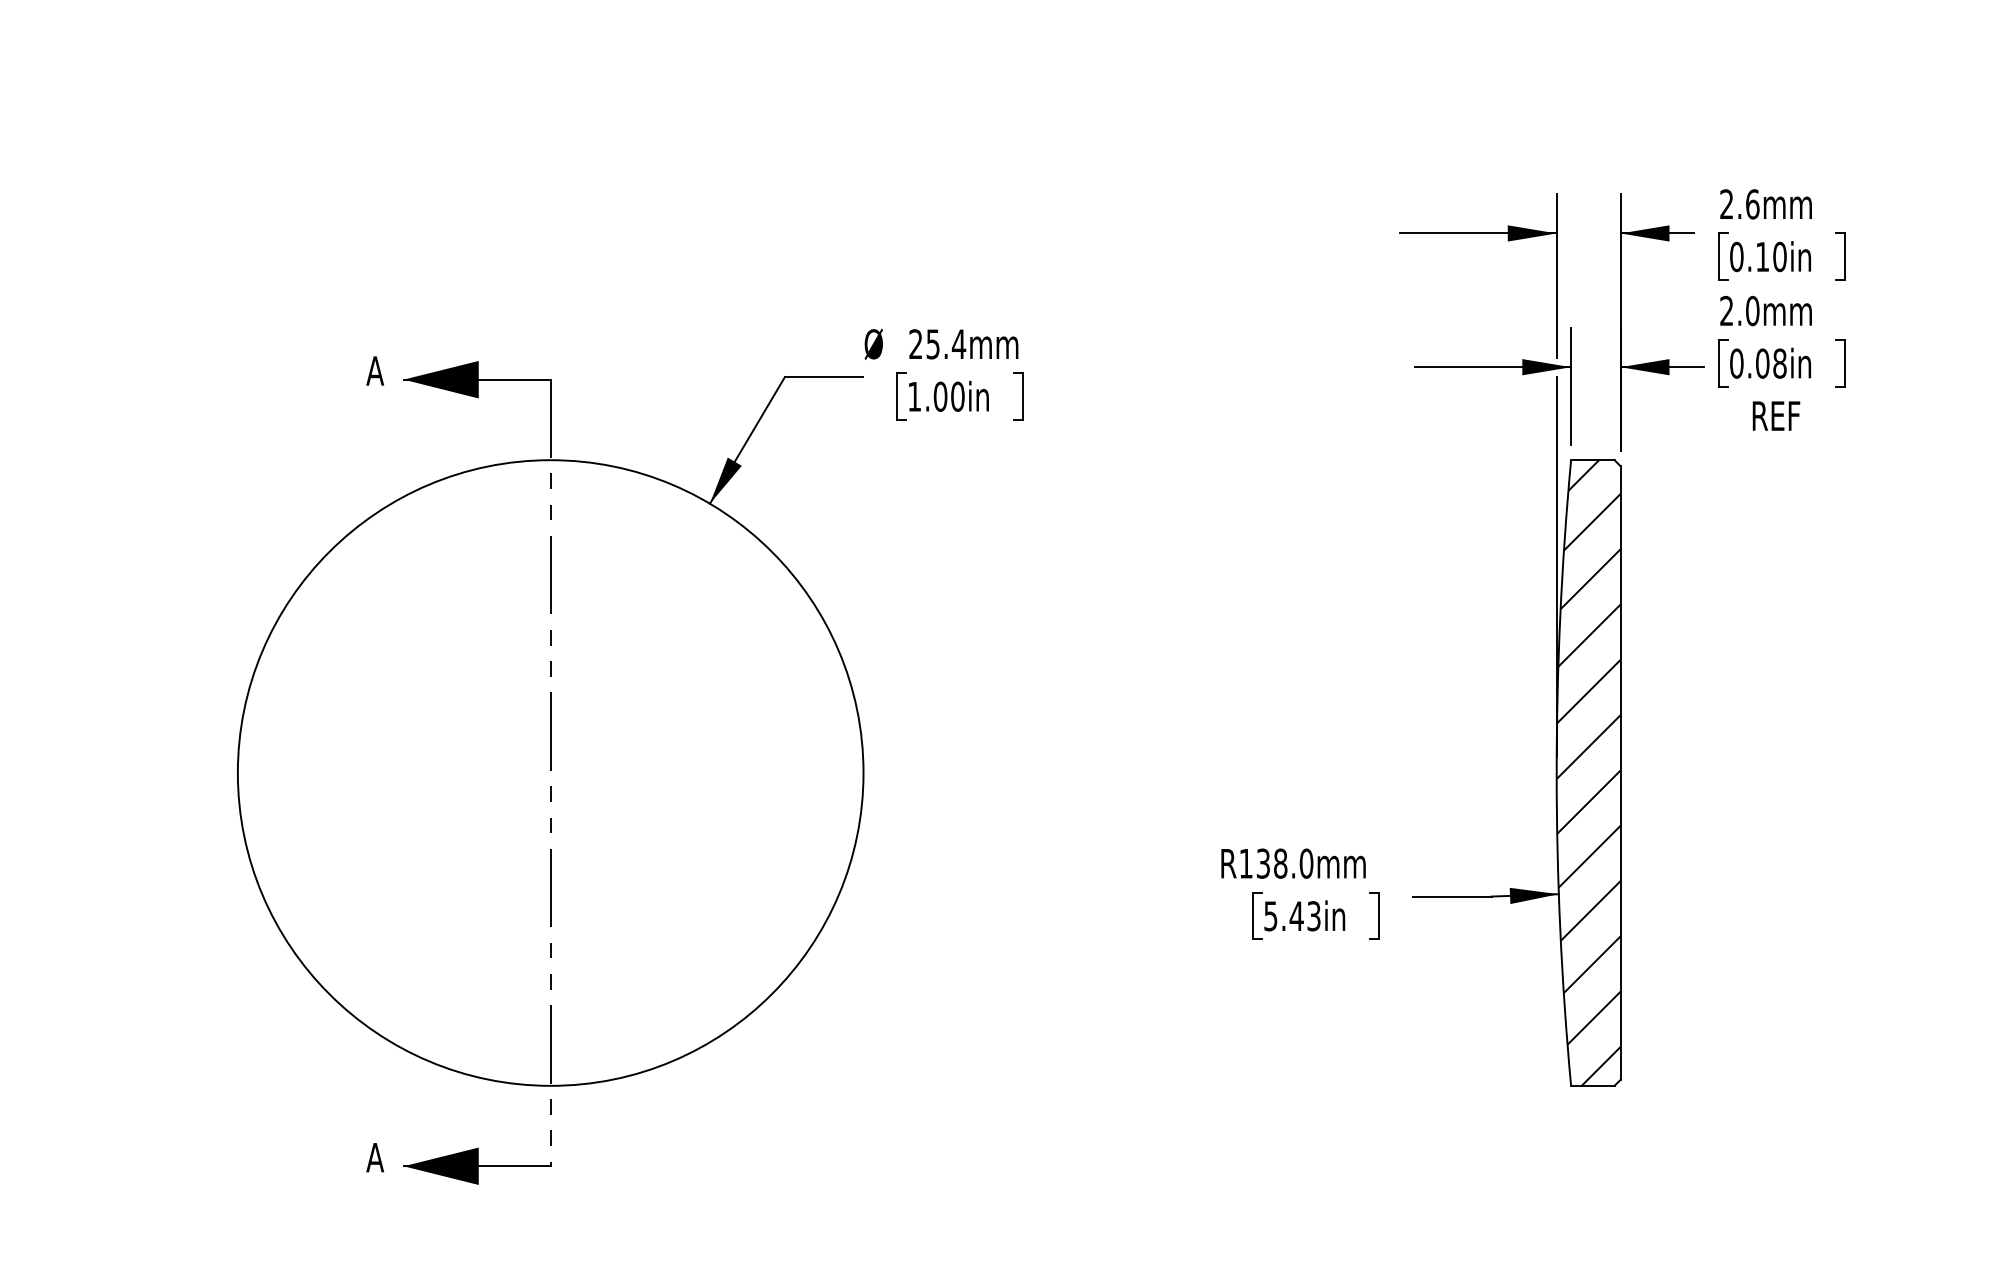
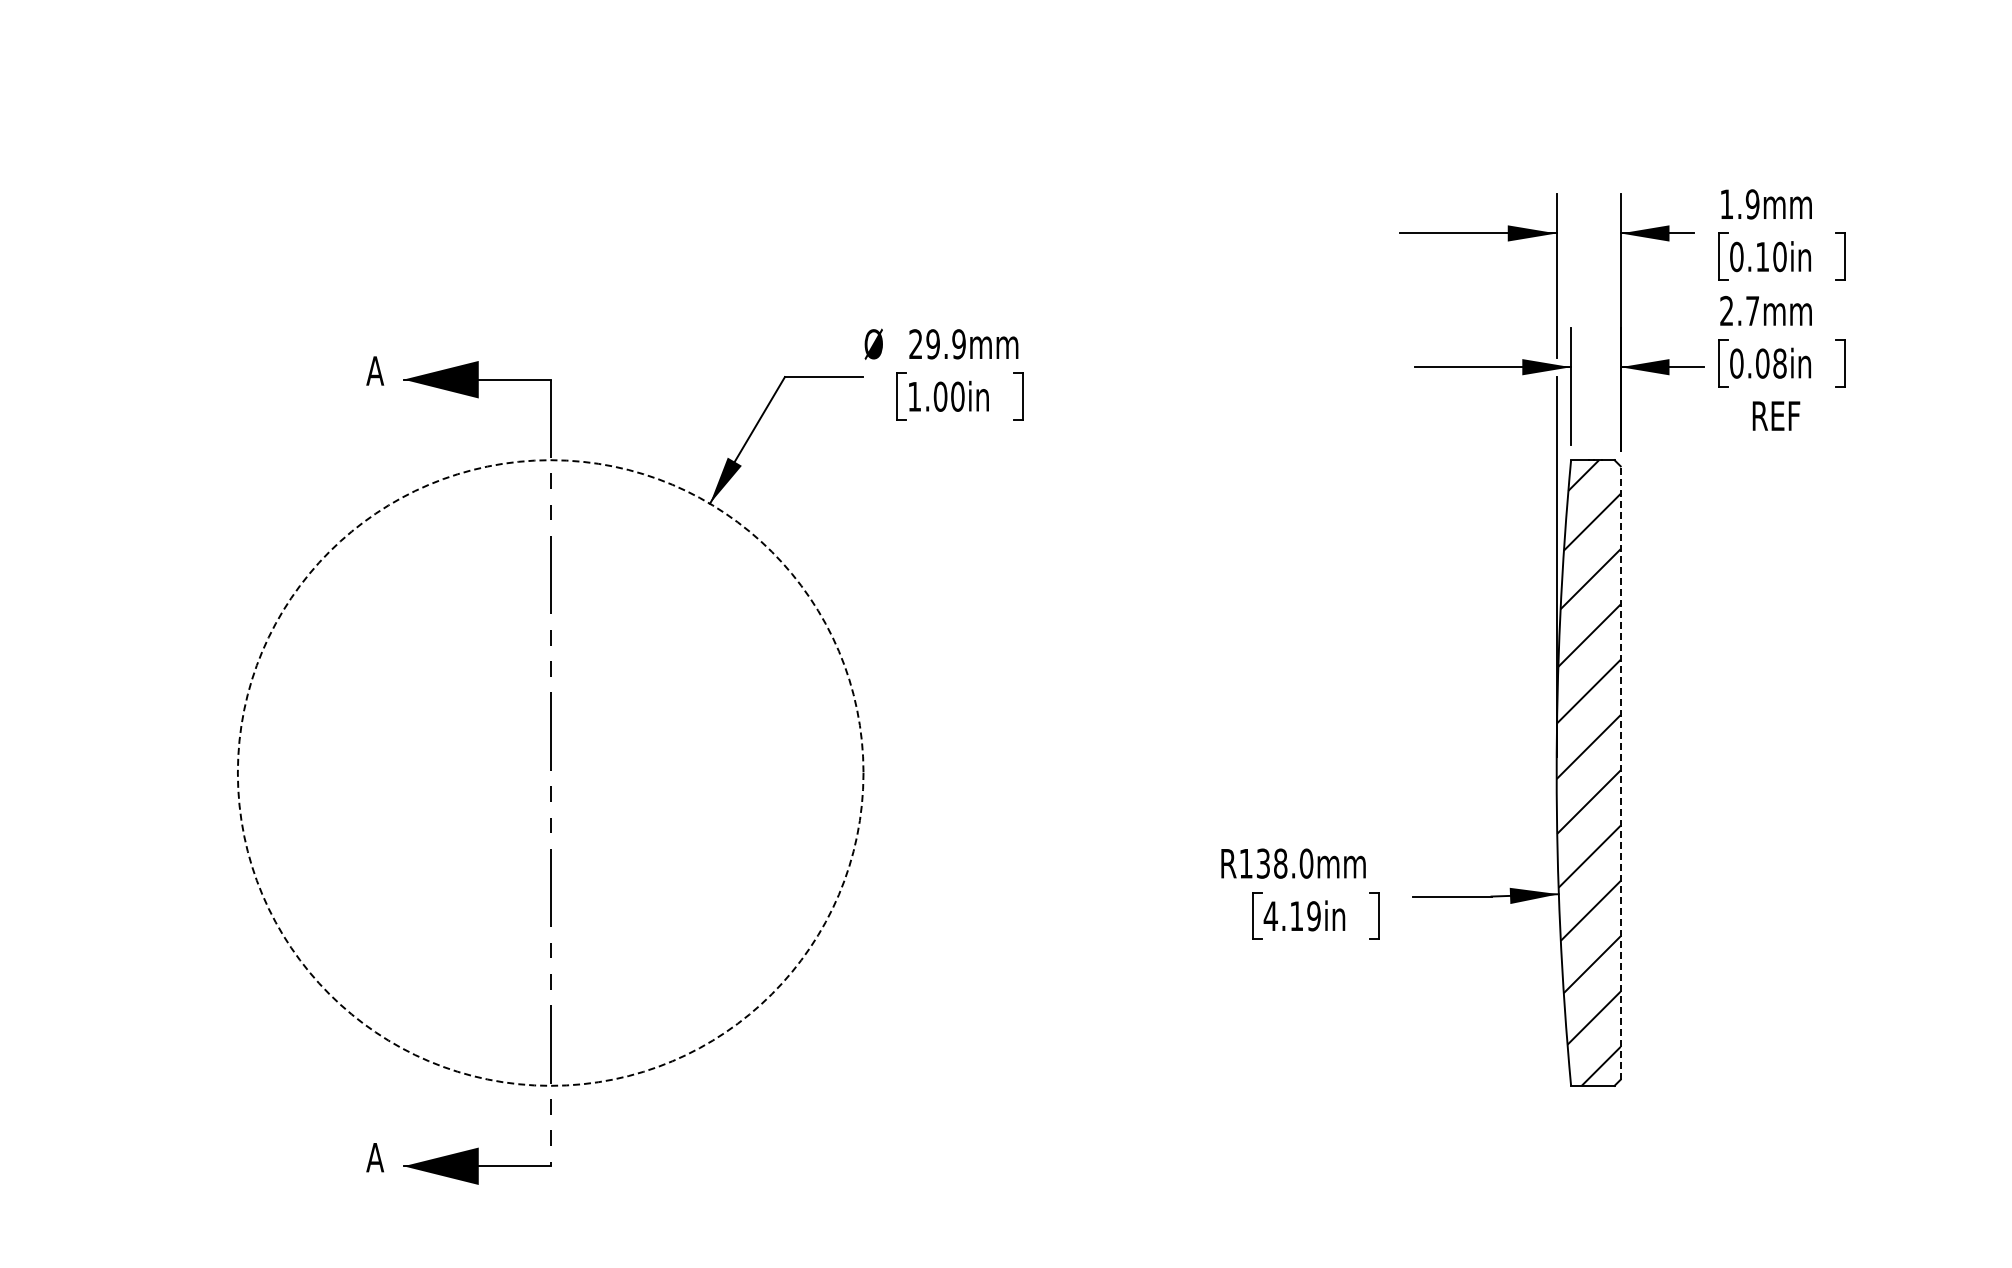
text at (1739, 204): 2.6mm -> 1.9mm
text at (1752, 310): 2.0mm -> 2.7mm
text at (946, 344): 25.4mm -> 29.9mm
circle at (550, 772): solid -> dashed
line at (1620, 773): solid -> dashed
text at (1291, 916): 5.43in -> 4.19in
